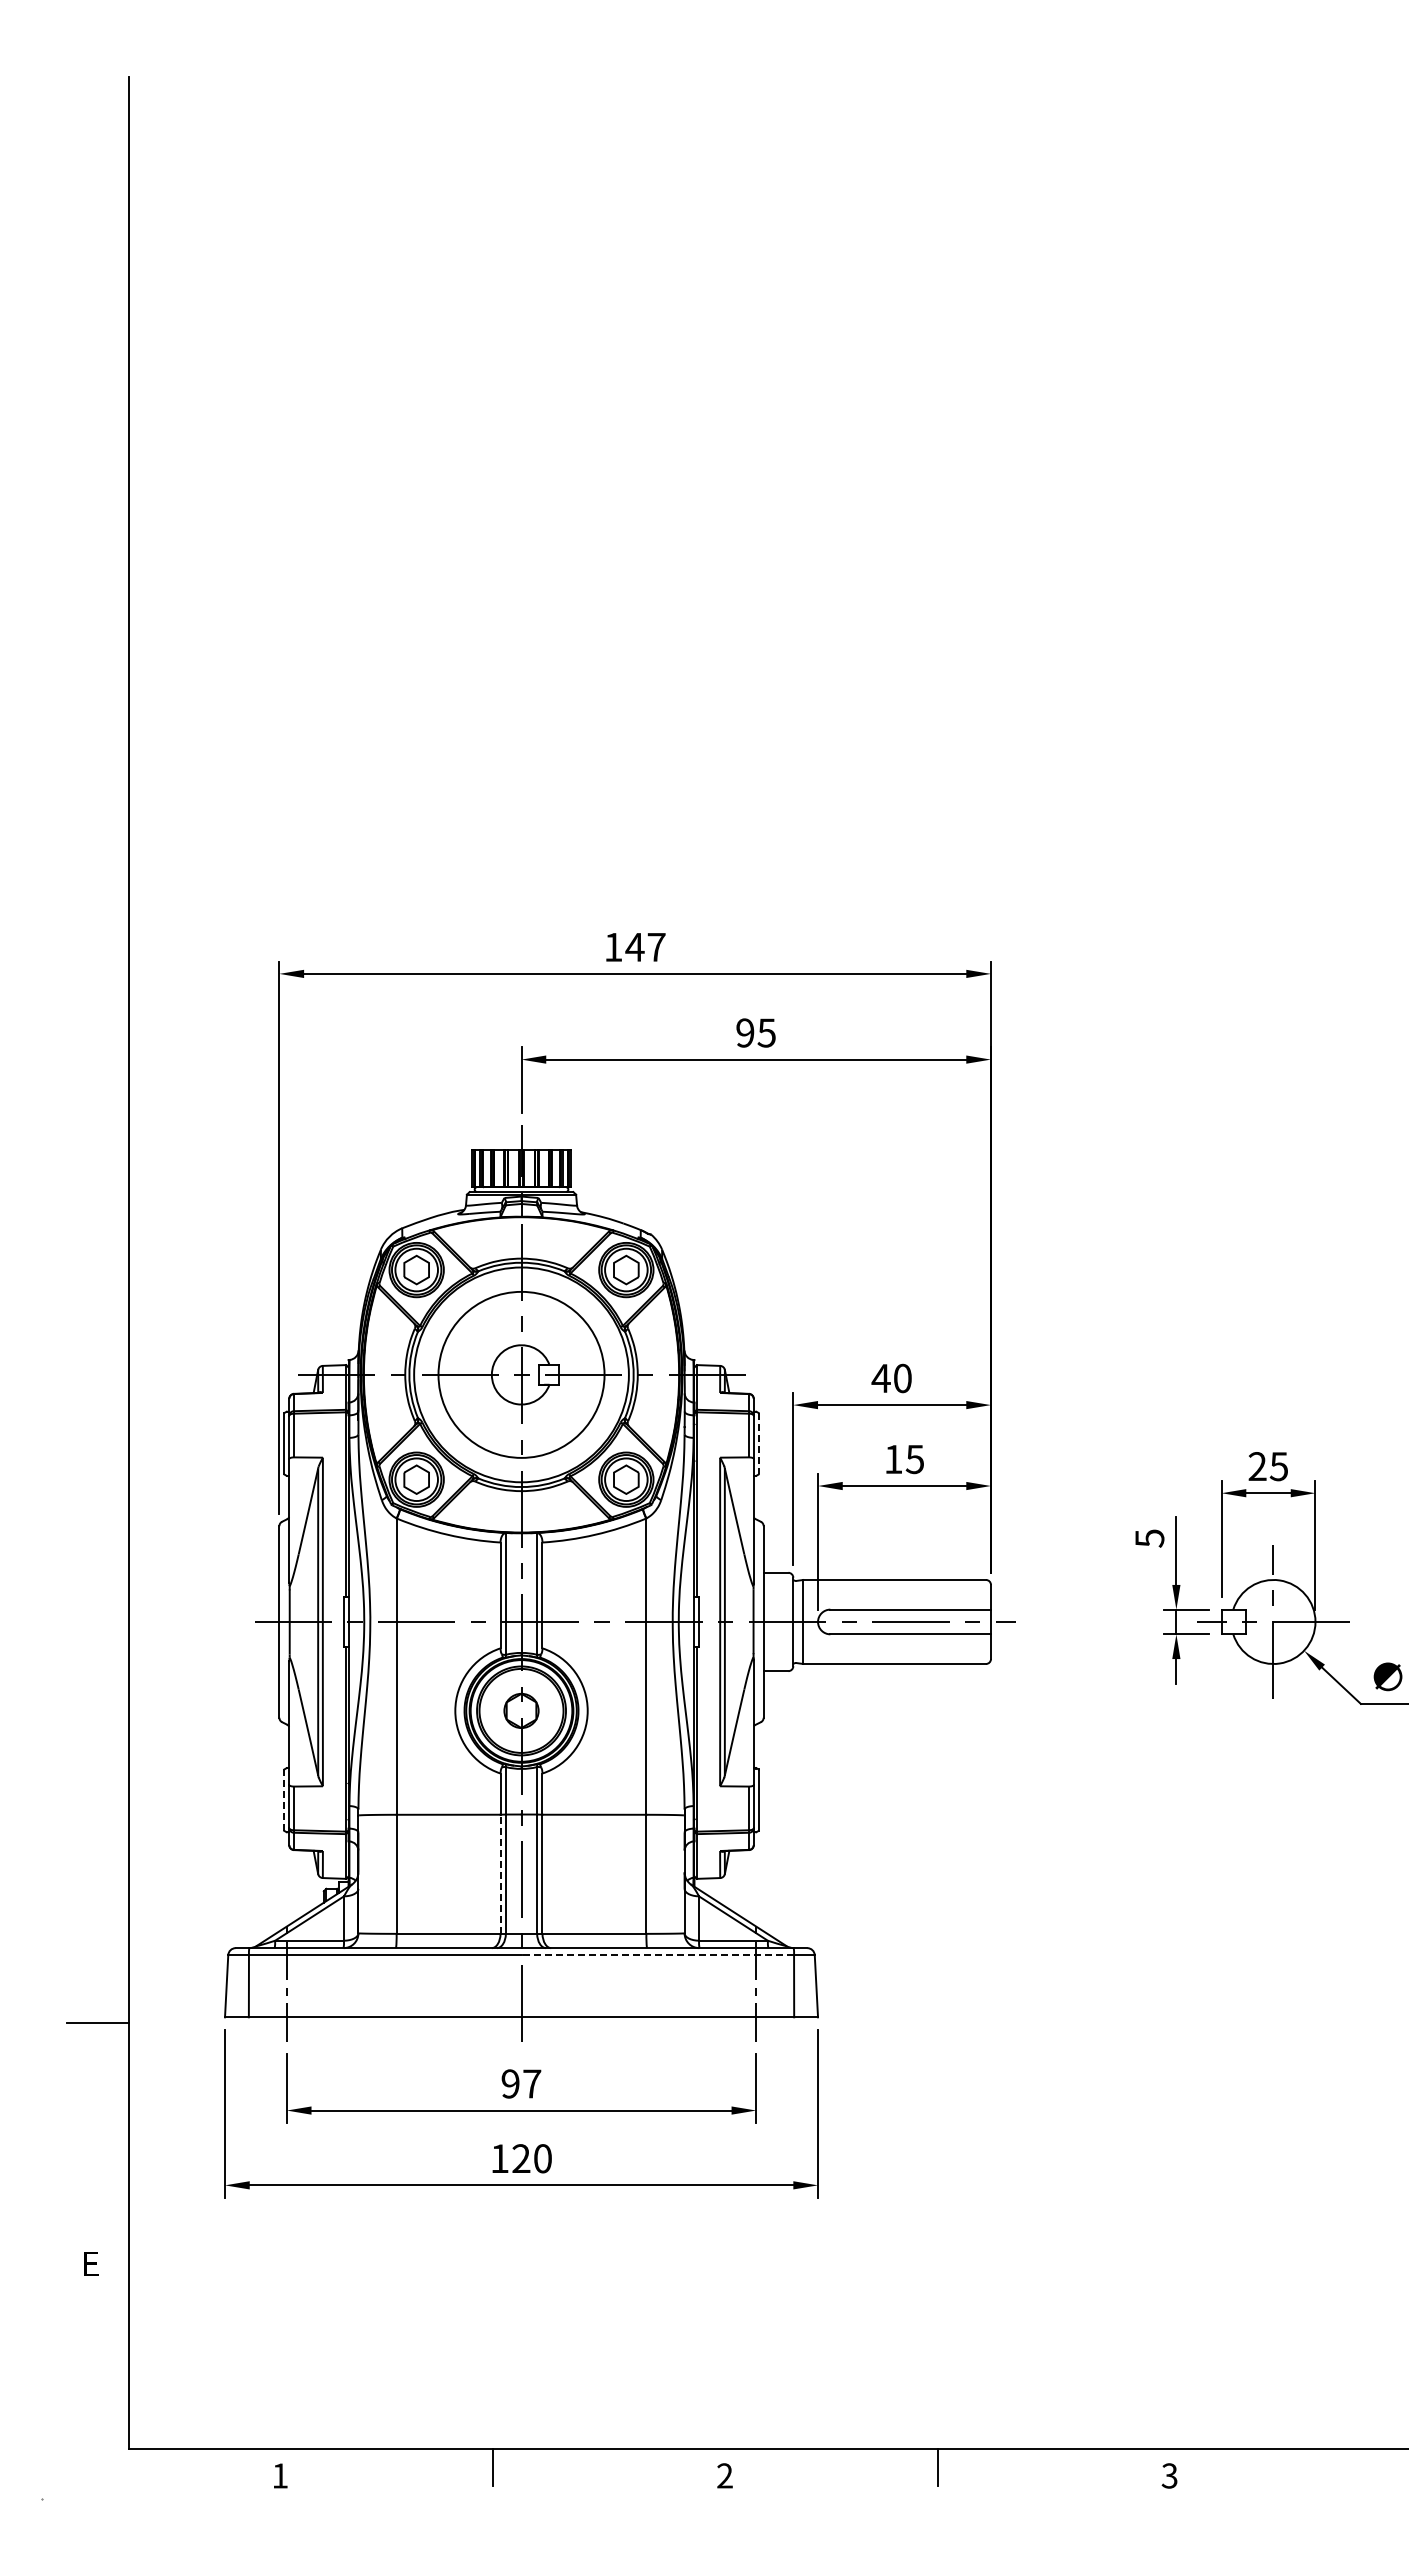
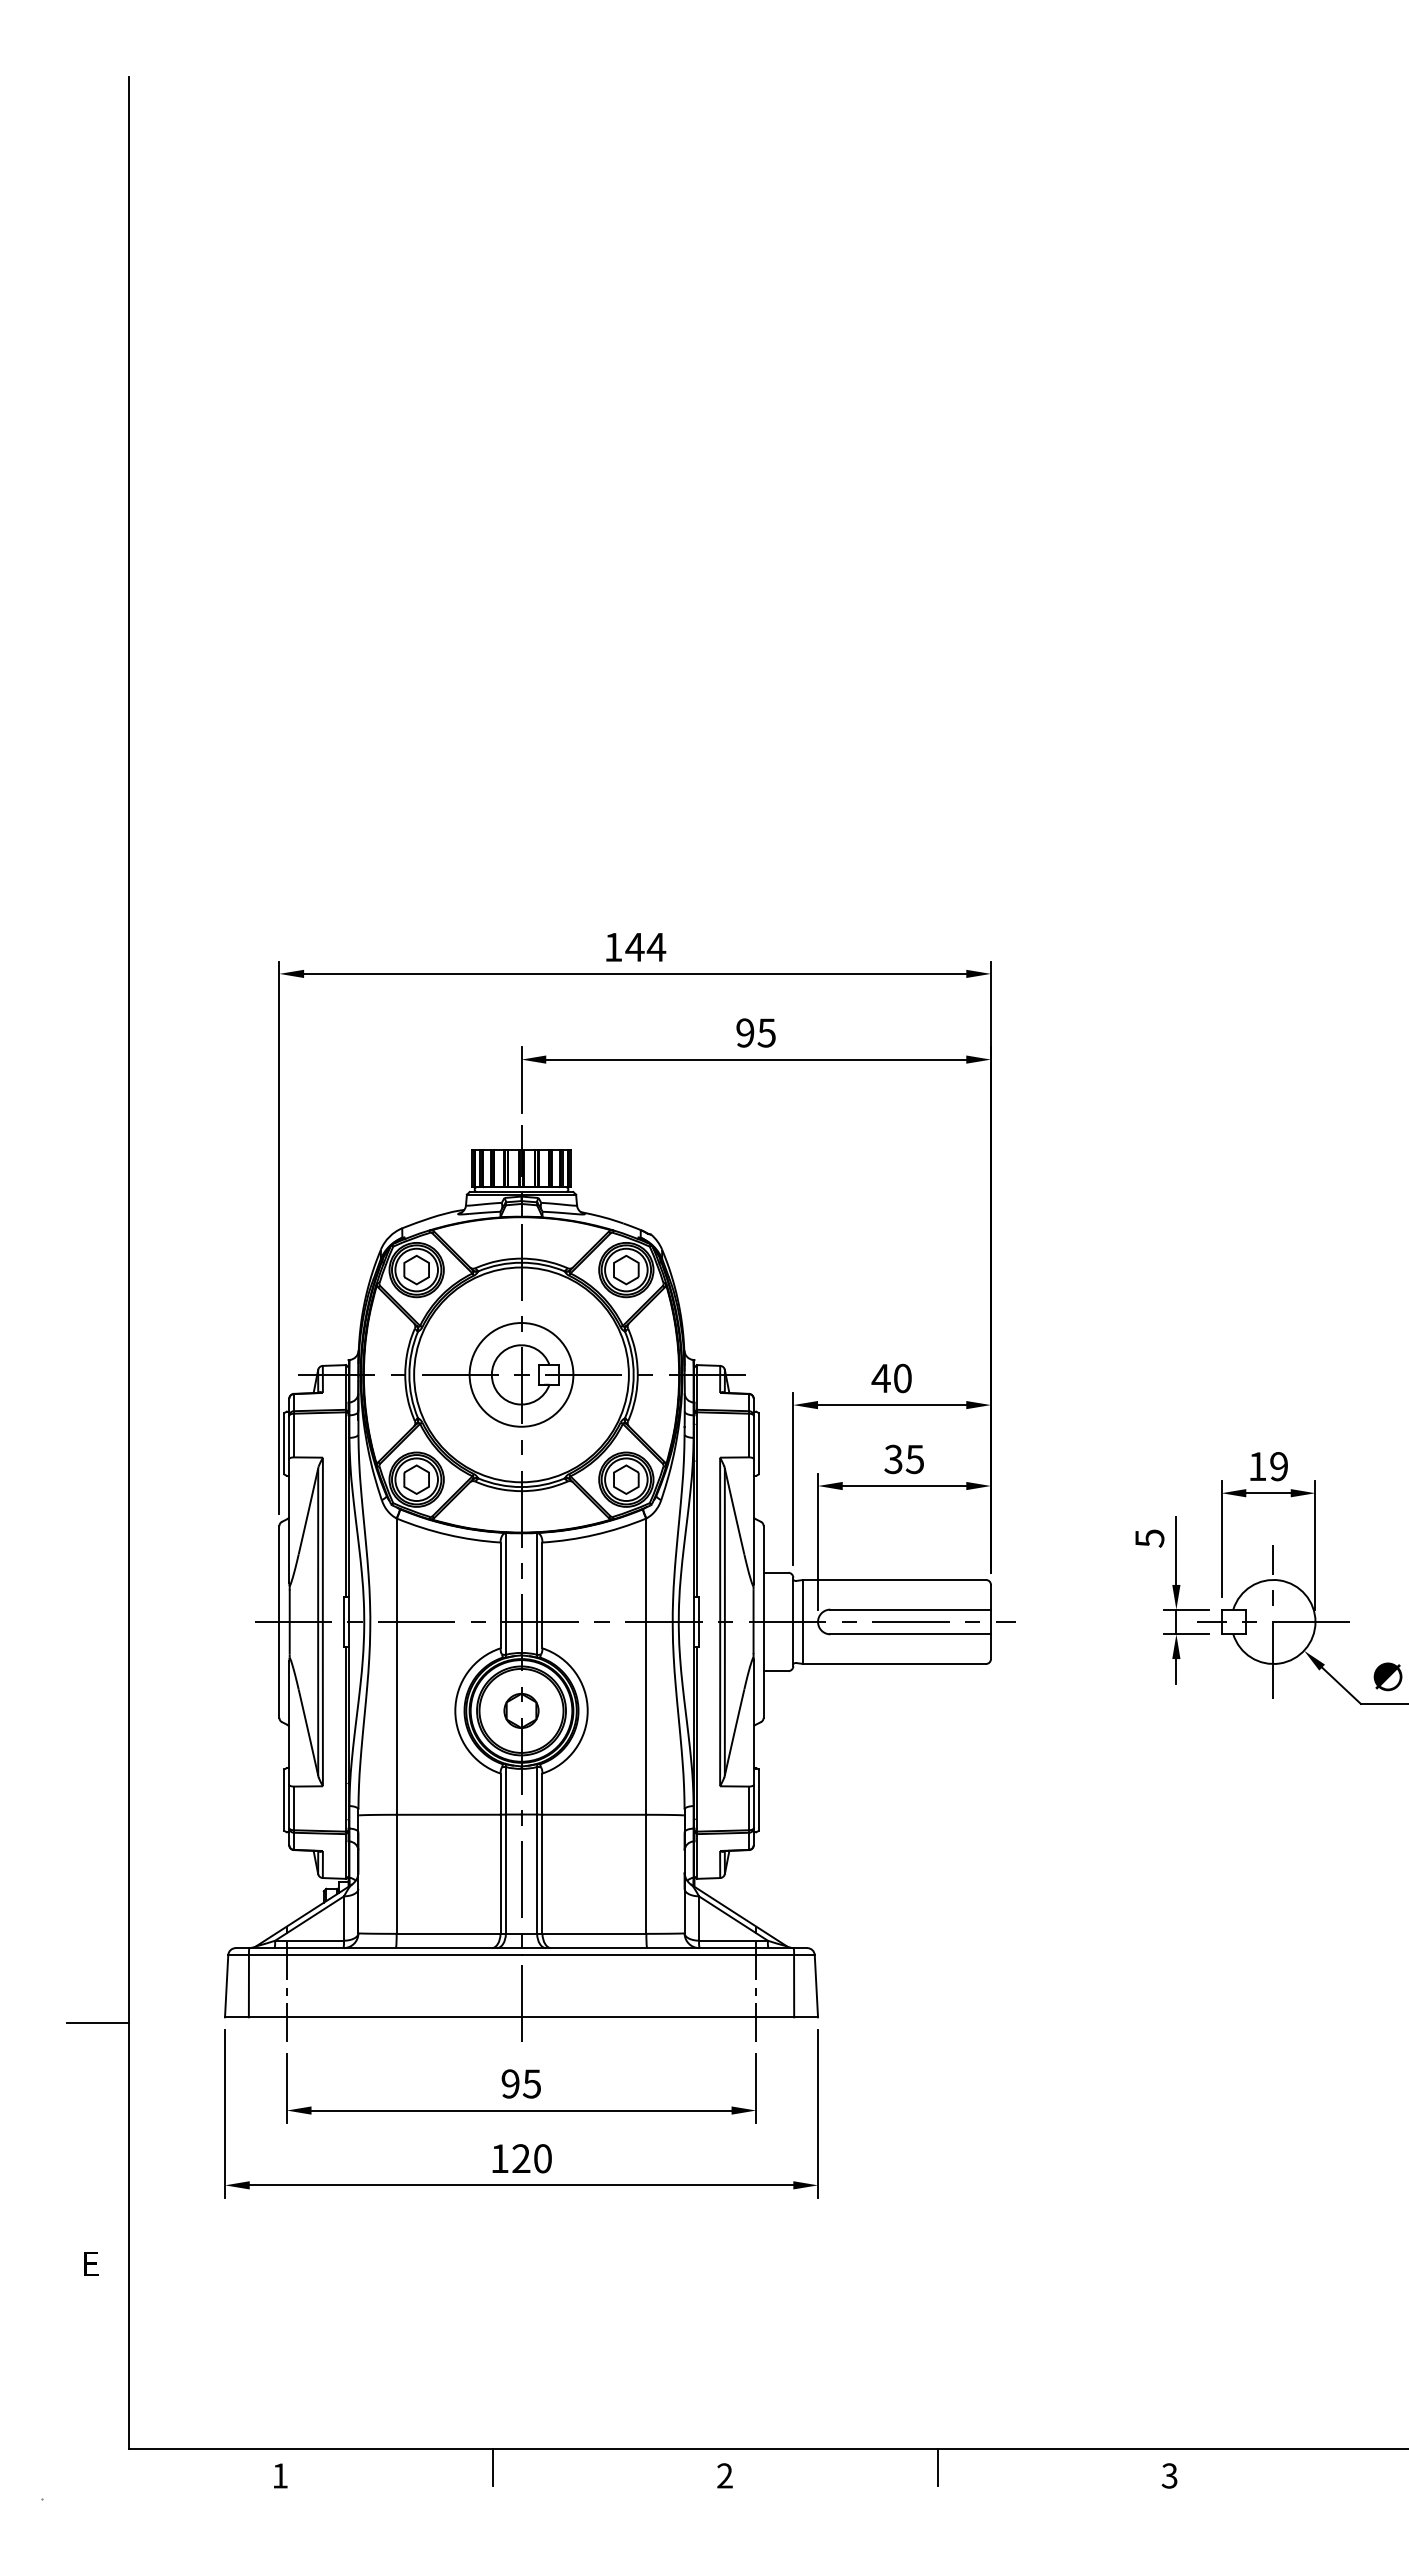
text at (656, 947): 147 -> 144
circle at (521, 1374) diameter: 166 px -> 104 px
line at (758, 1443): dashed -> solid
text at (893, 1459): 15 -> 35
text at (1267, 1466): 25 -> 19
line at (284, 1800): dashed -> solid
line at (500, 1873): dashed -> solid
line at (657, 1955): dashed -> solid
text at (531, 2083): 97 -> 95
